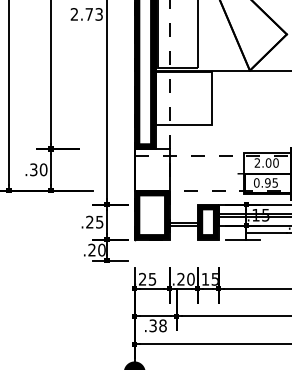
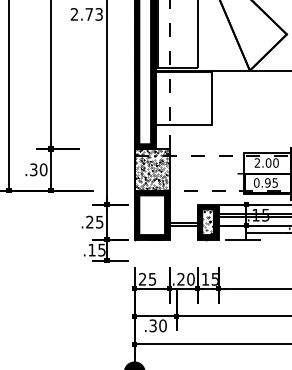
hatch at (151, 169): none -> present
hatch at (207, 222): none -> present
text at (96, 249): .20 -> .15
text at (162, 325): .38 -> .30
